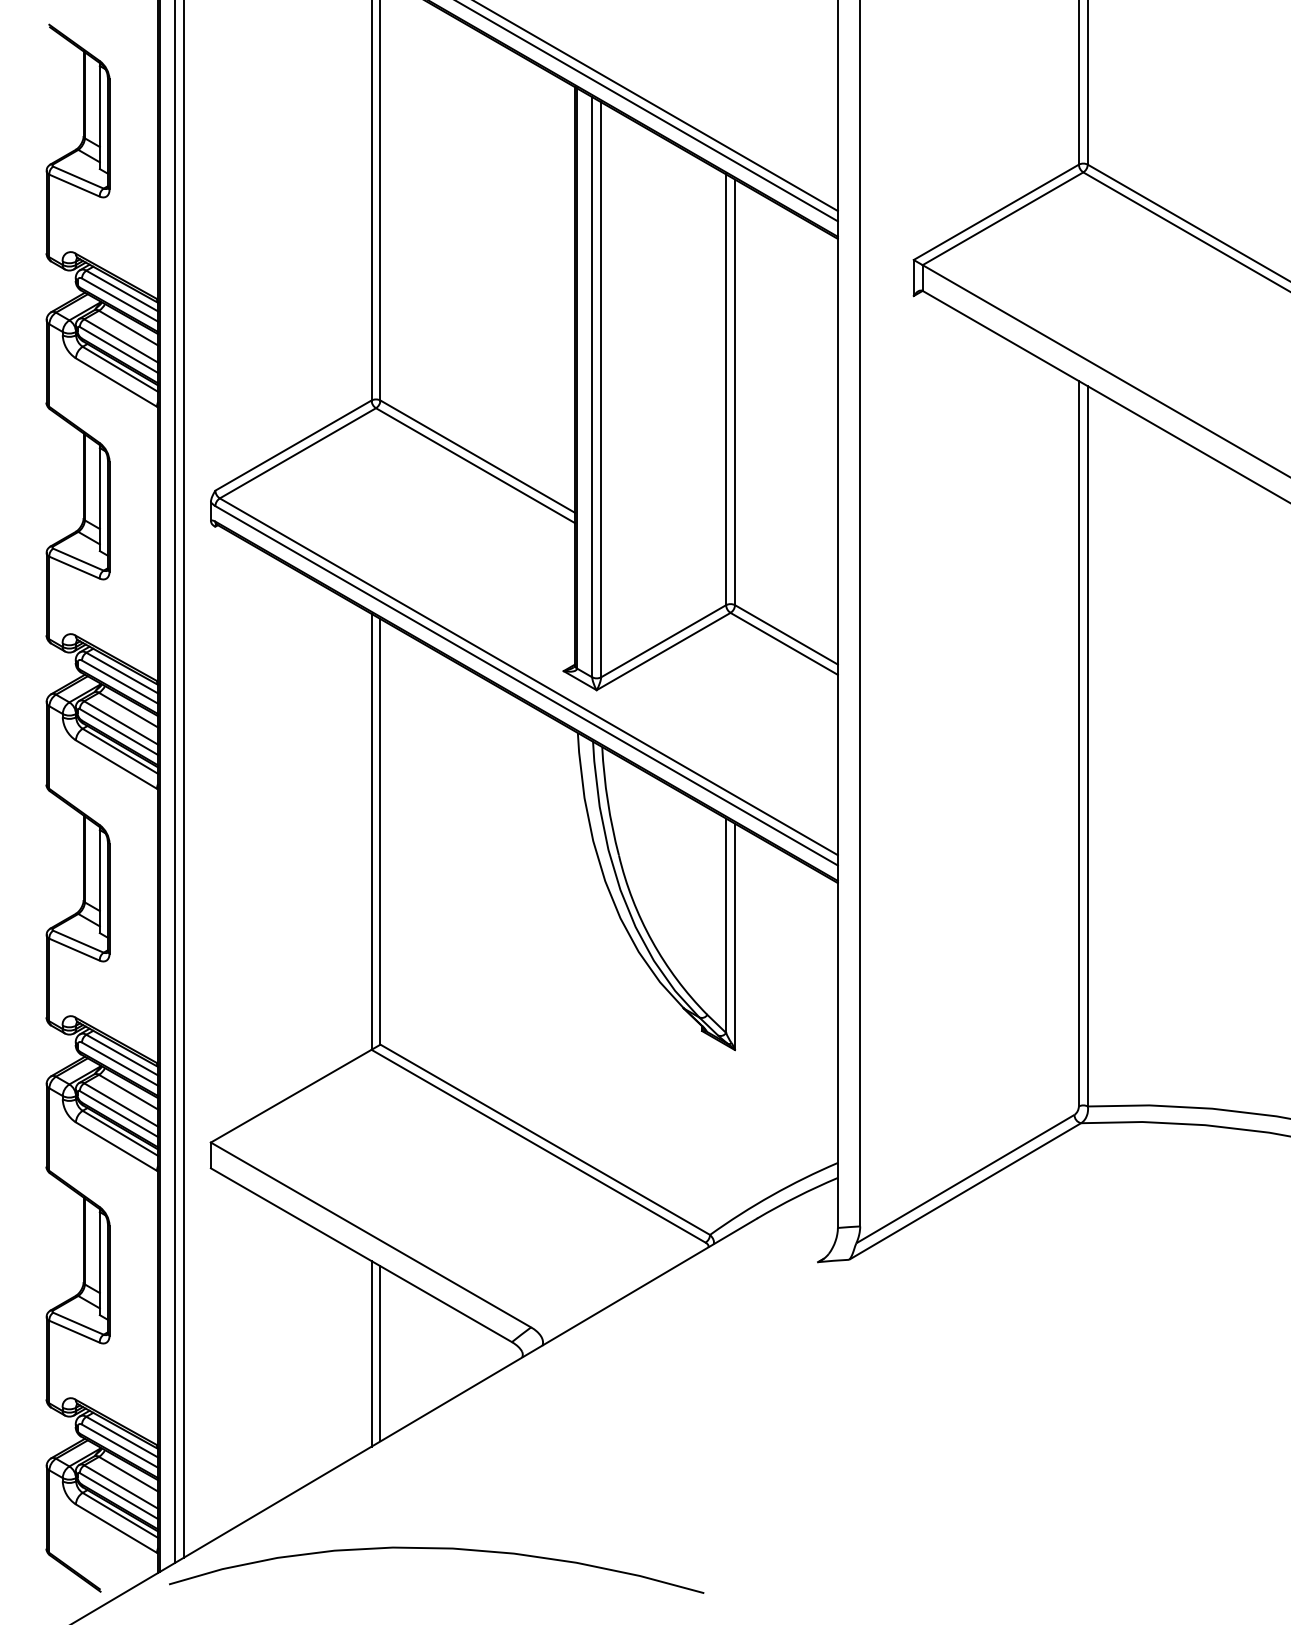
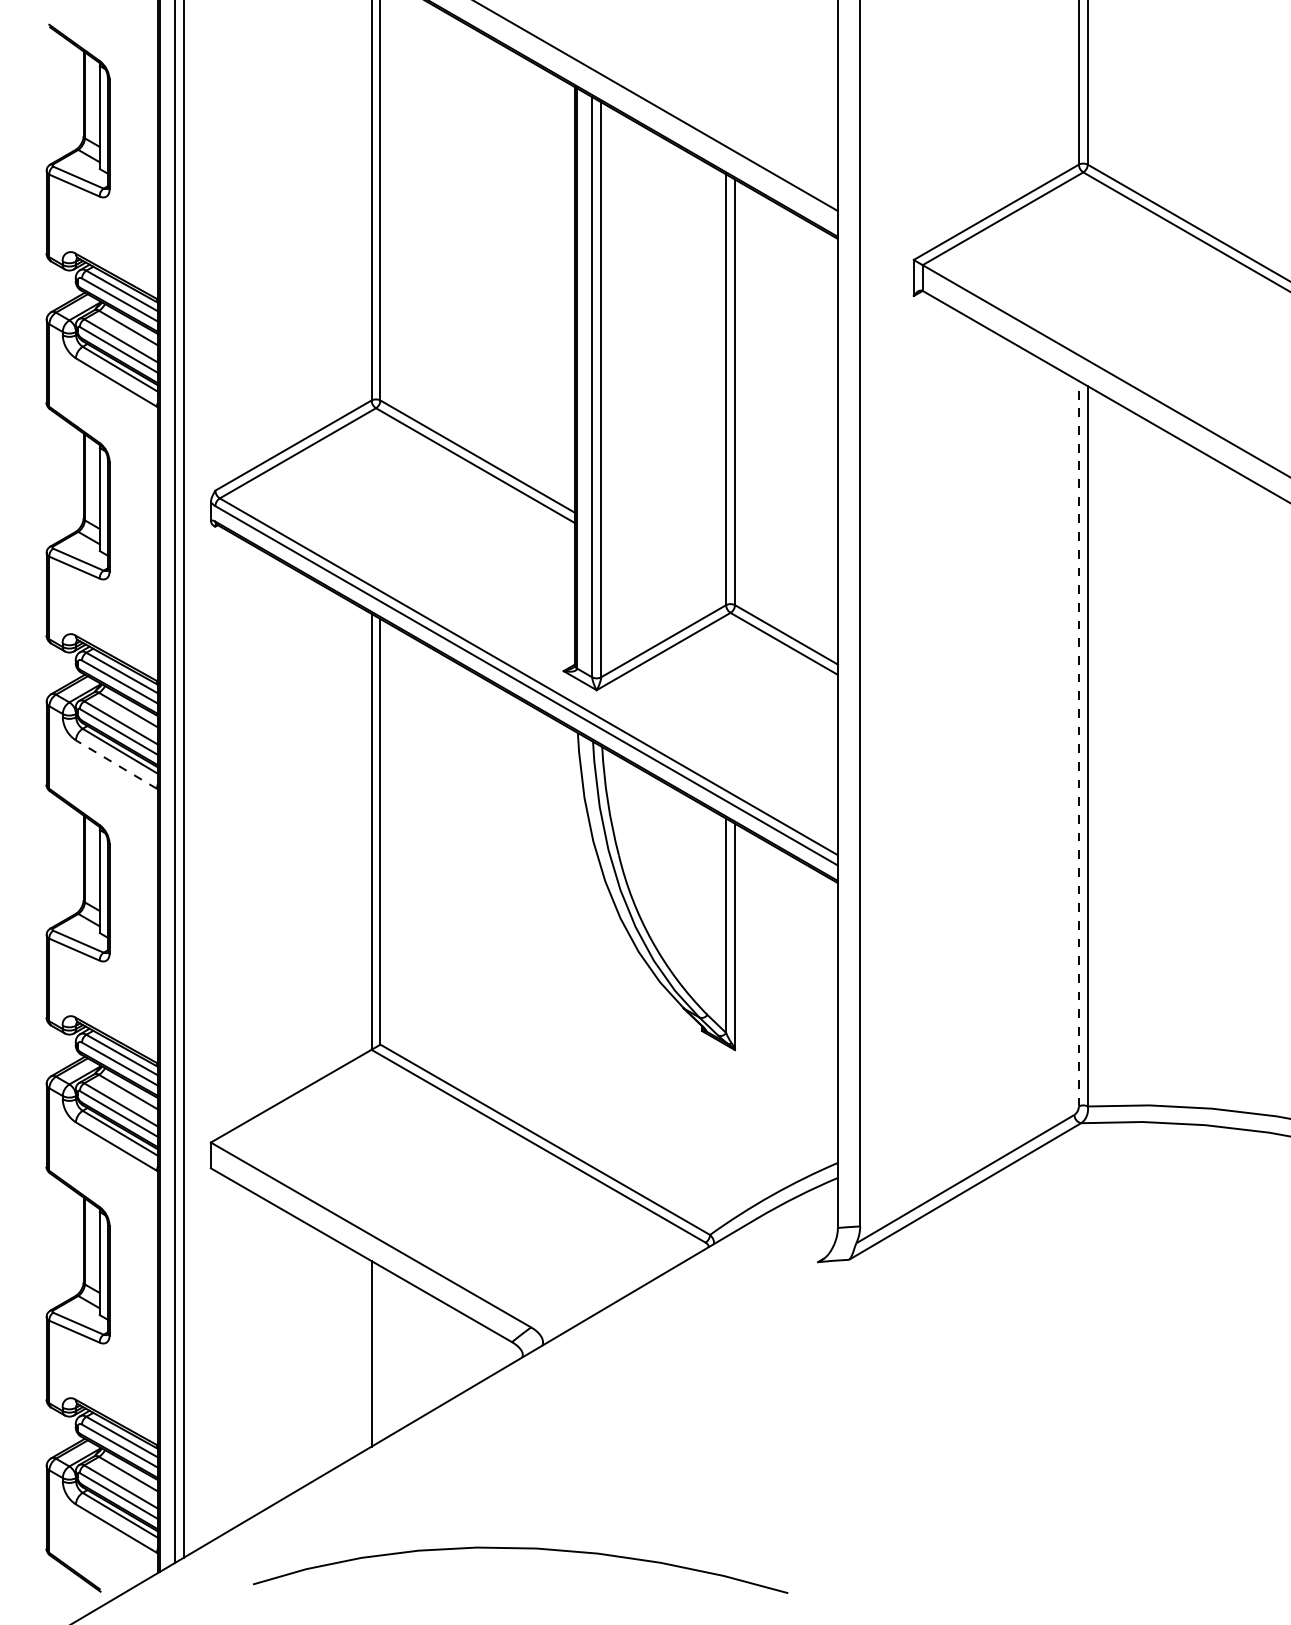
line at (647, 111): present -> none
line at (1078, 743): solid -> dashed
line at (116, 764): solid -> dashed
line at (380, 1353): present -> none
curve at (436, 1549) position: (436, 1549) -> (520, 1549)
